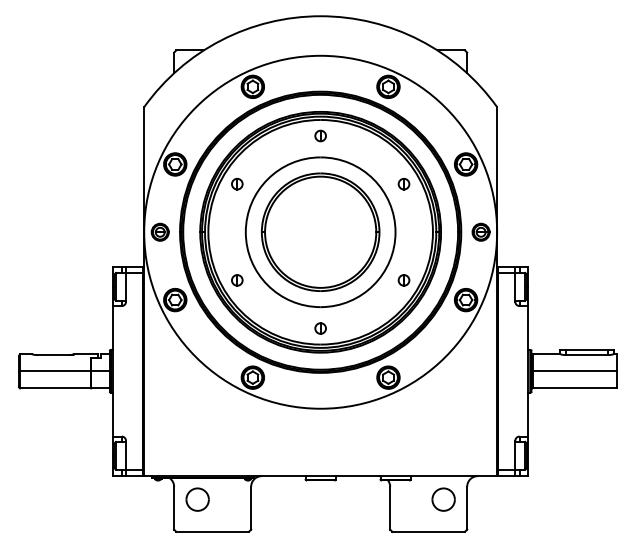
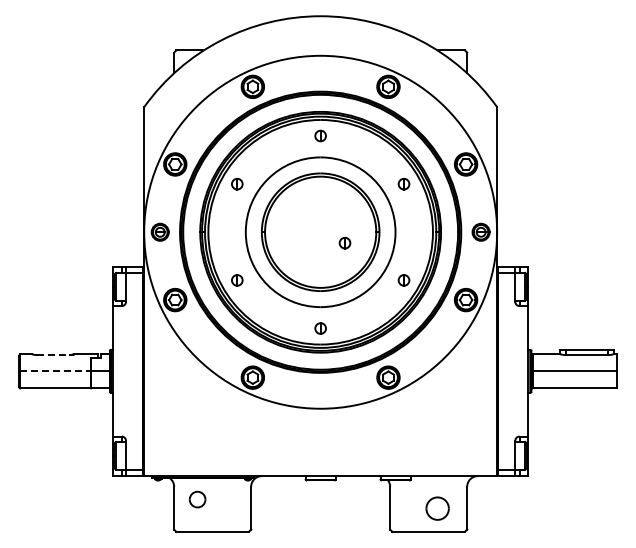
part at (344, 243): none -> present
line at (53, 355): solid -> dashed
line at (55, 371): solid -> dashed
part at (197, 499) size: 25x25 px -> 19x19 px
part at (443, 499) position: (443, 499) -> (437, 508)
